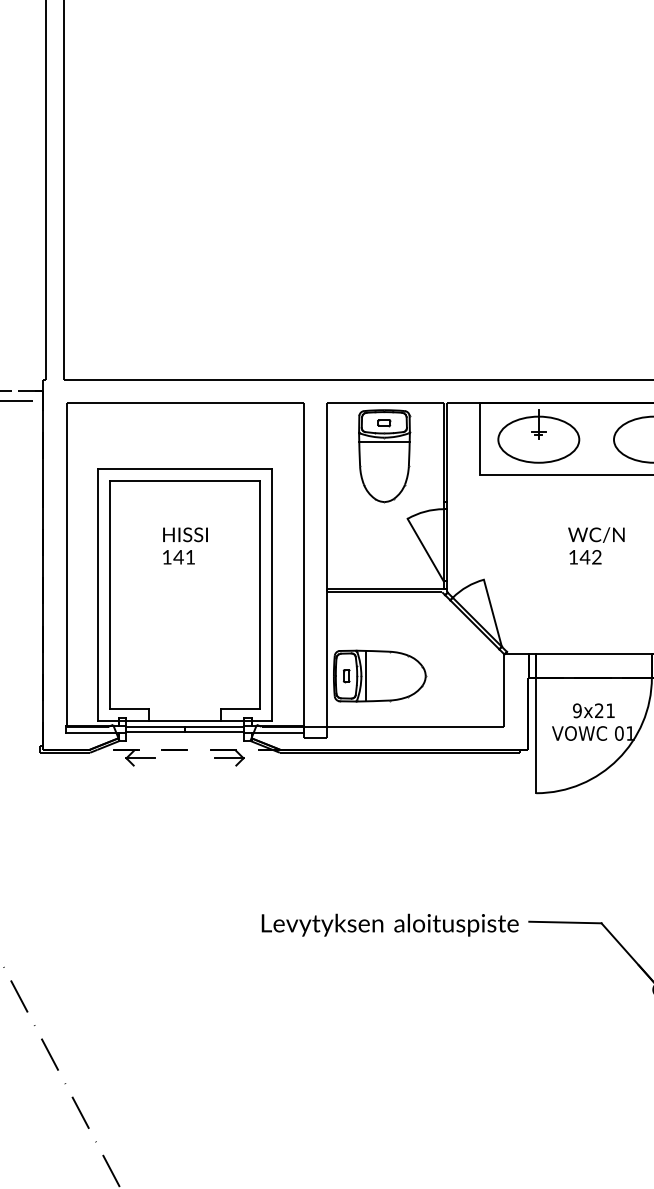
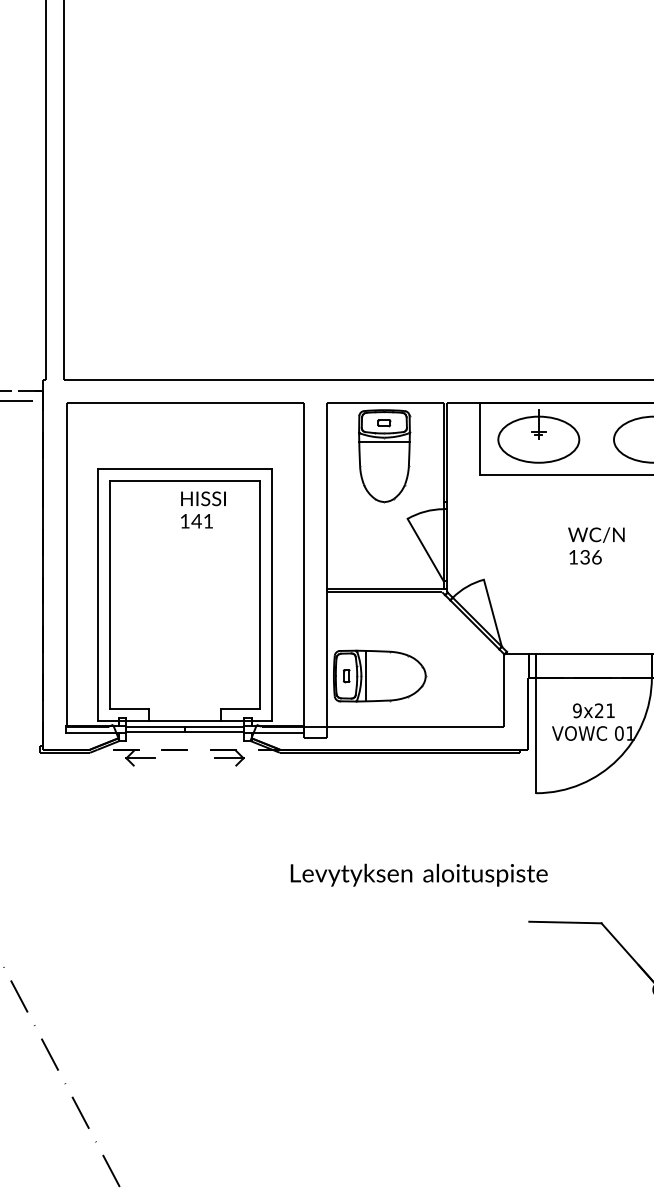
text at (185, 545) position: (185, 545) -> (203, 509)
text at (590, 557): 142 -> 136
text at (389, 924) position: (389, 924) -> (418, 874)
